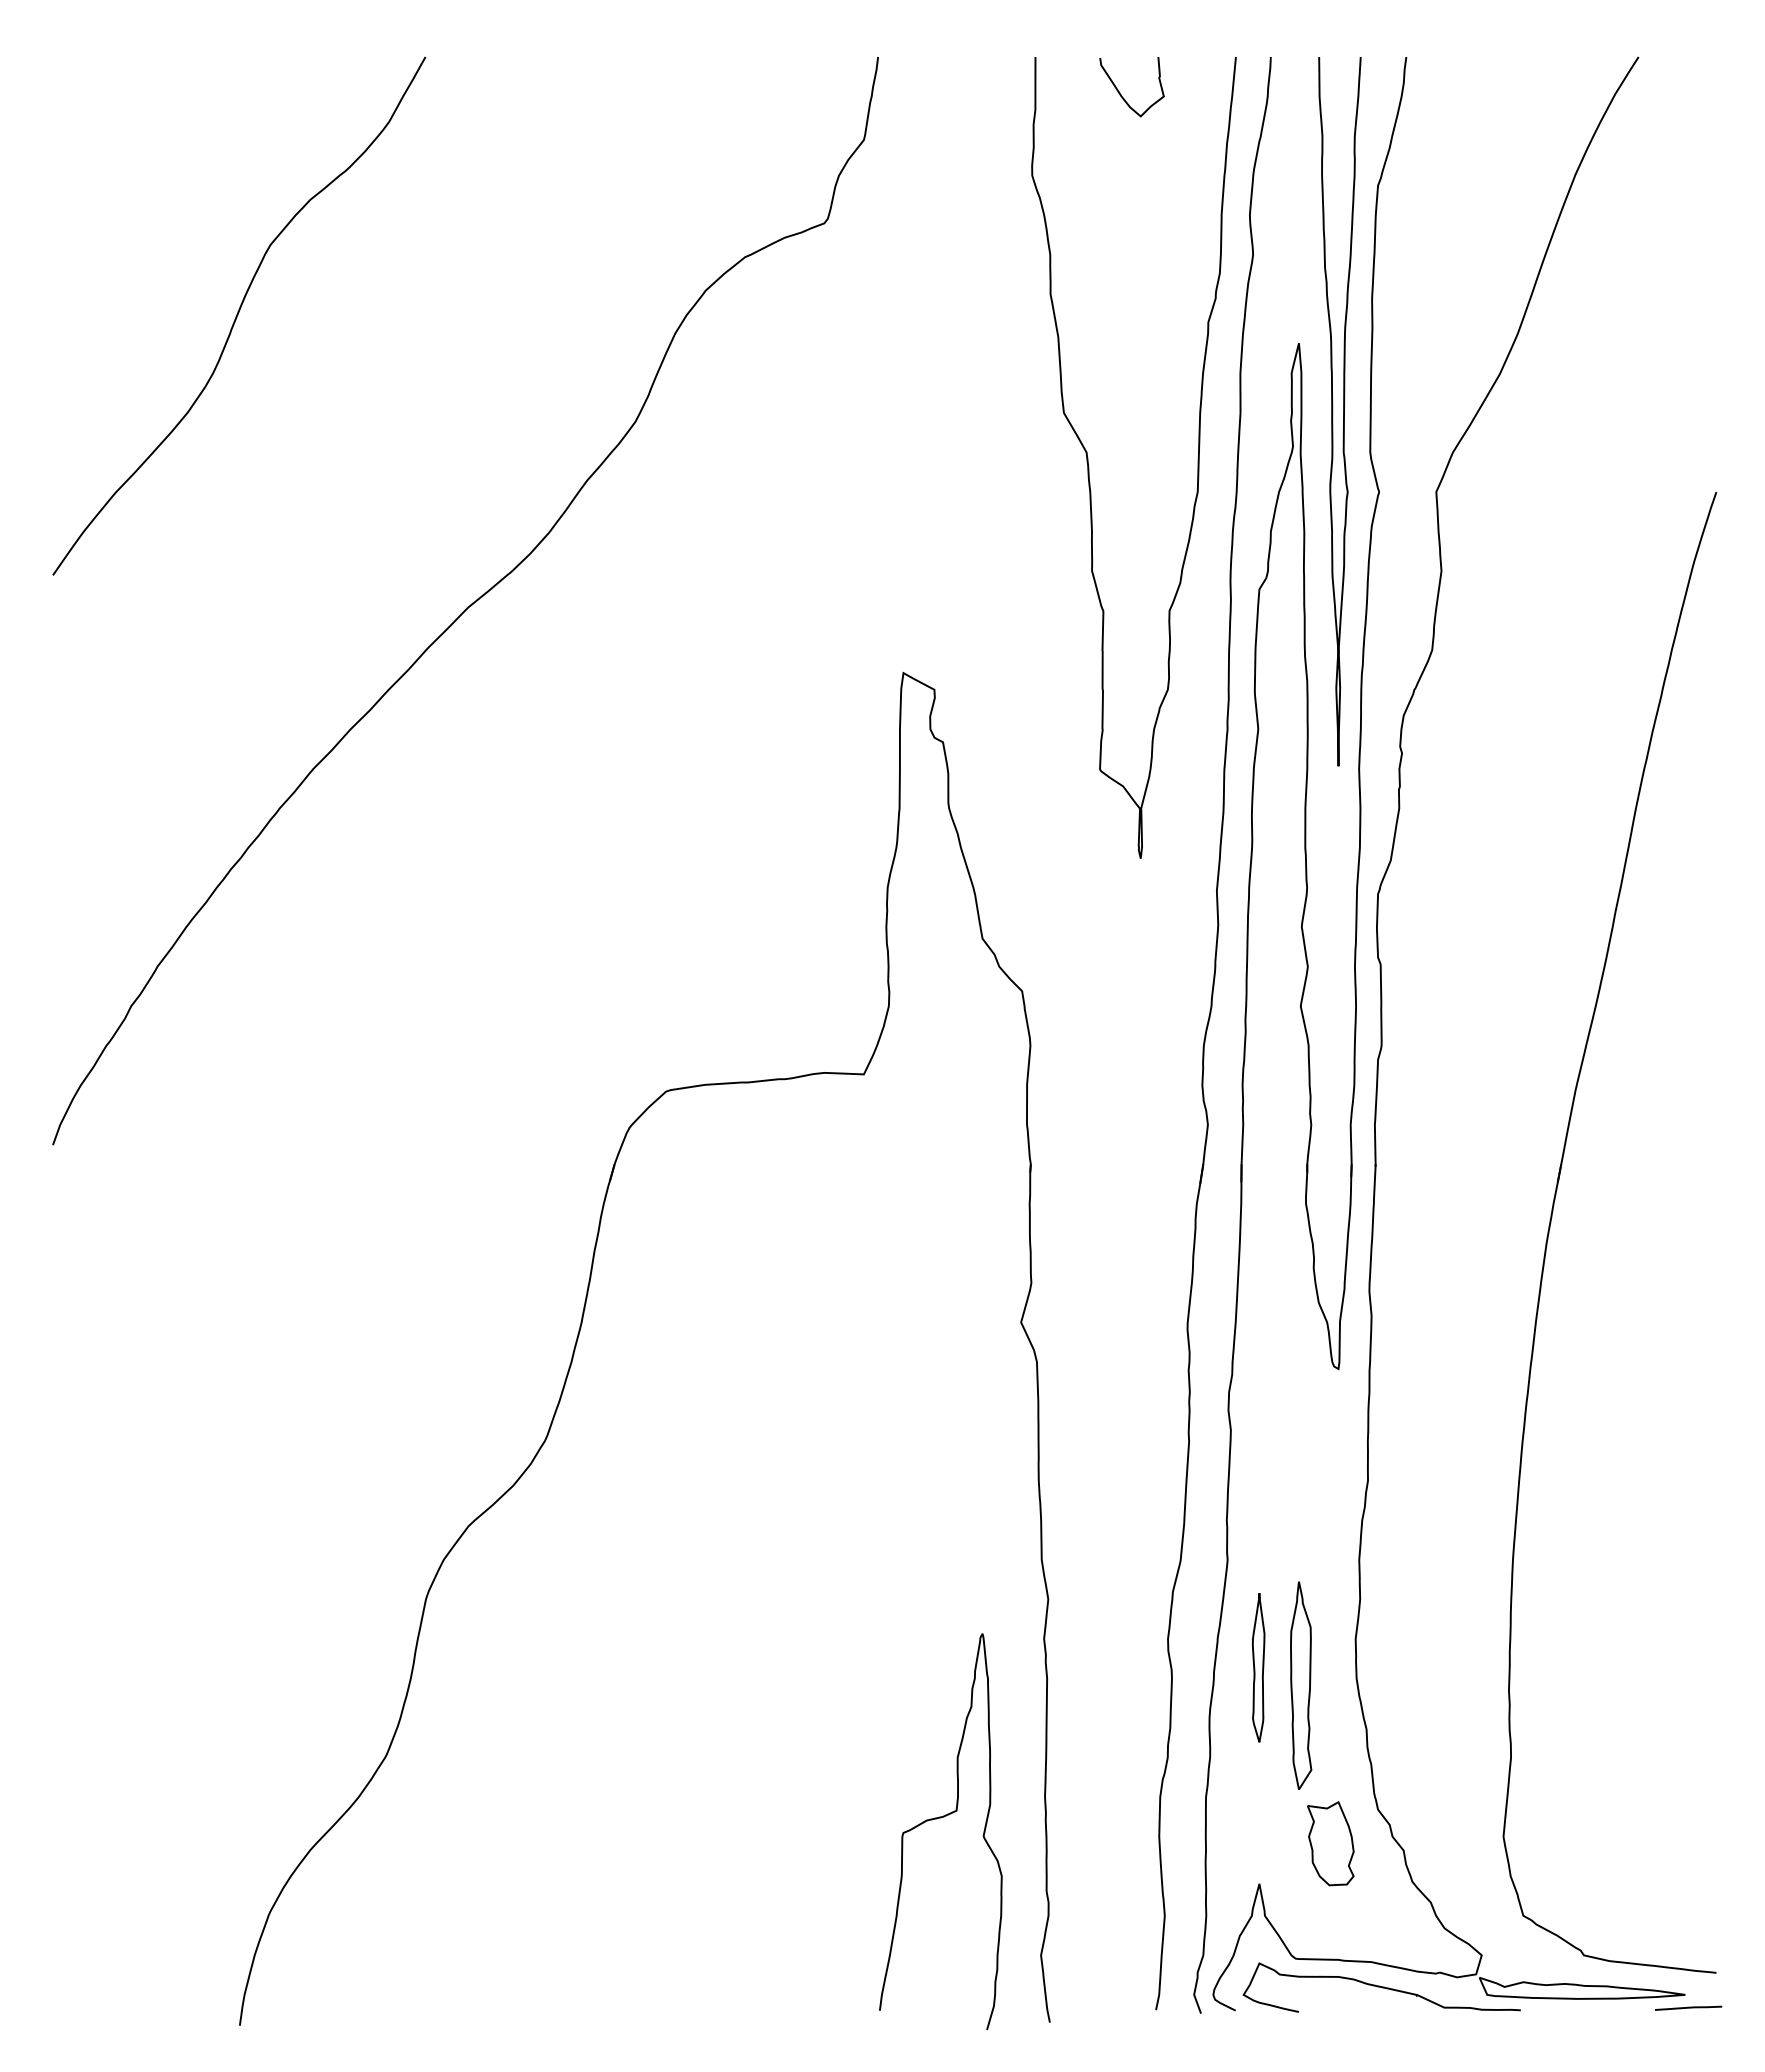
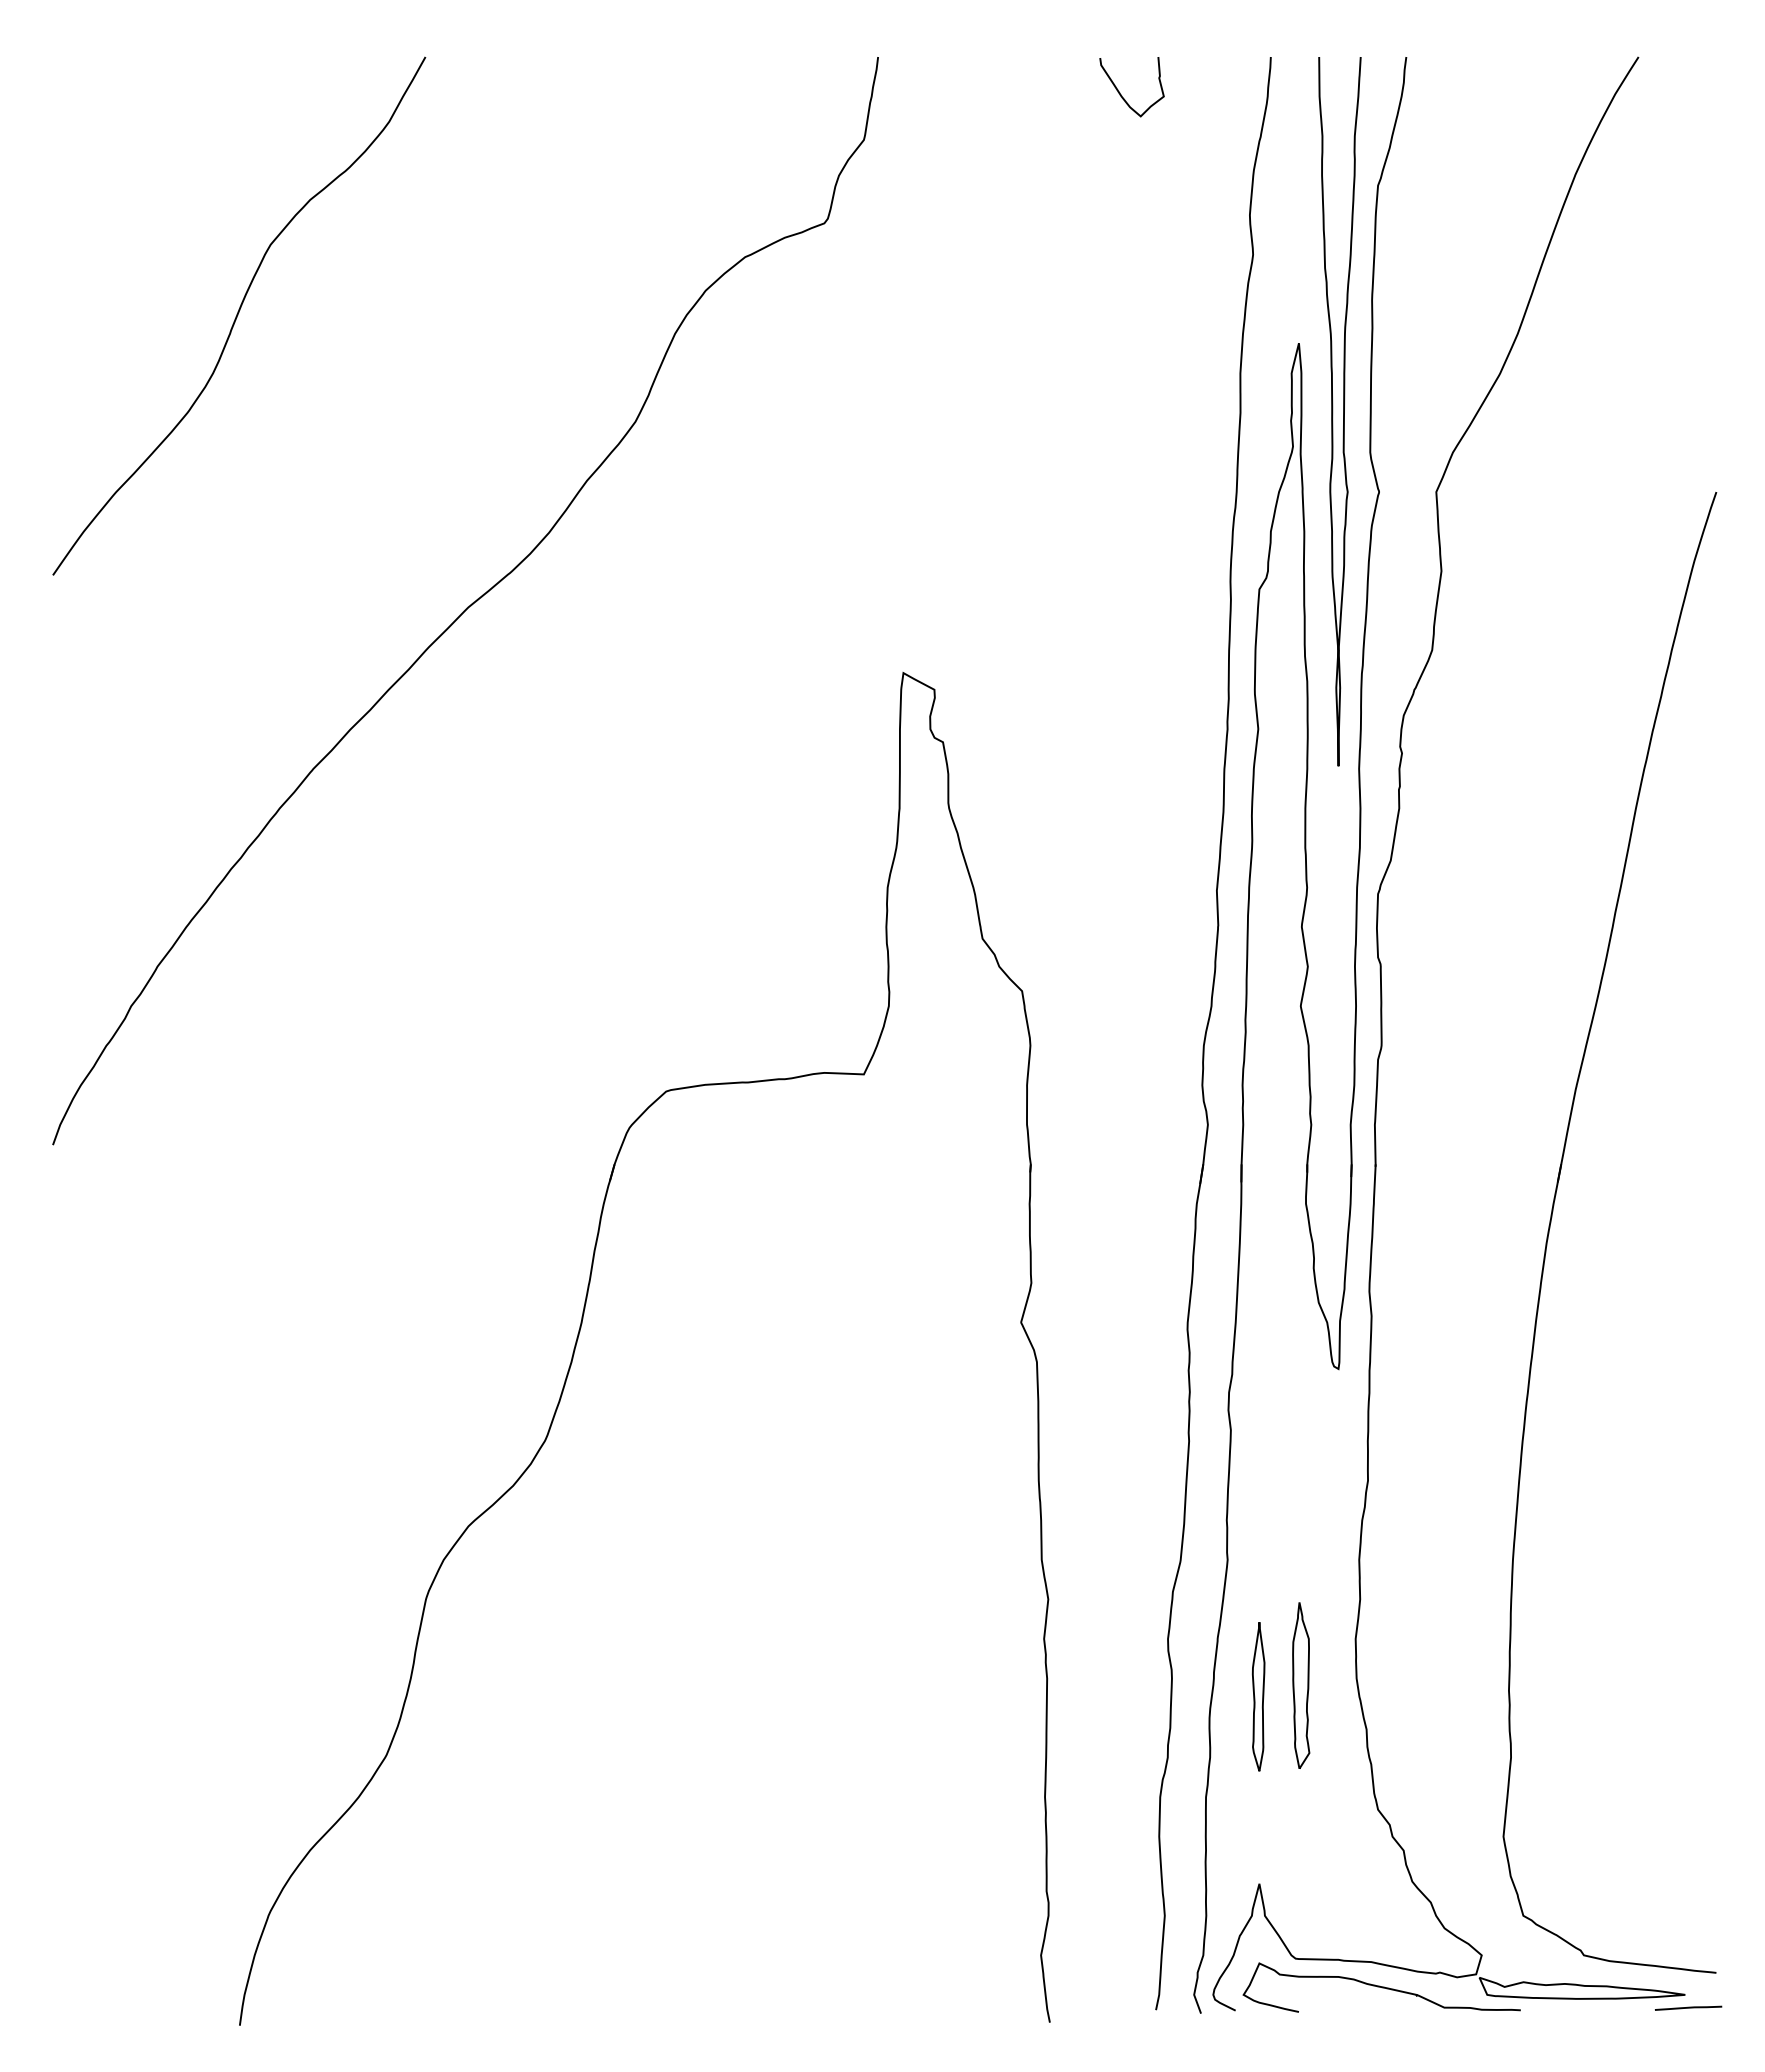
curve at (1089, 466): present -> none
part at (1258, 1667) position: (1258, 1667) -> (1258, 1696)
part at (1301, 1685) size: 23x209 px -> 19x167 px
curve at (936, 1819): present -> none
part at (1330, 1843): present -> none
